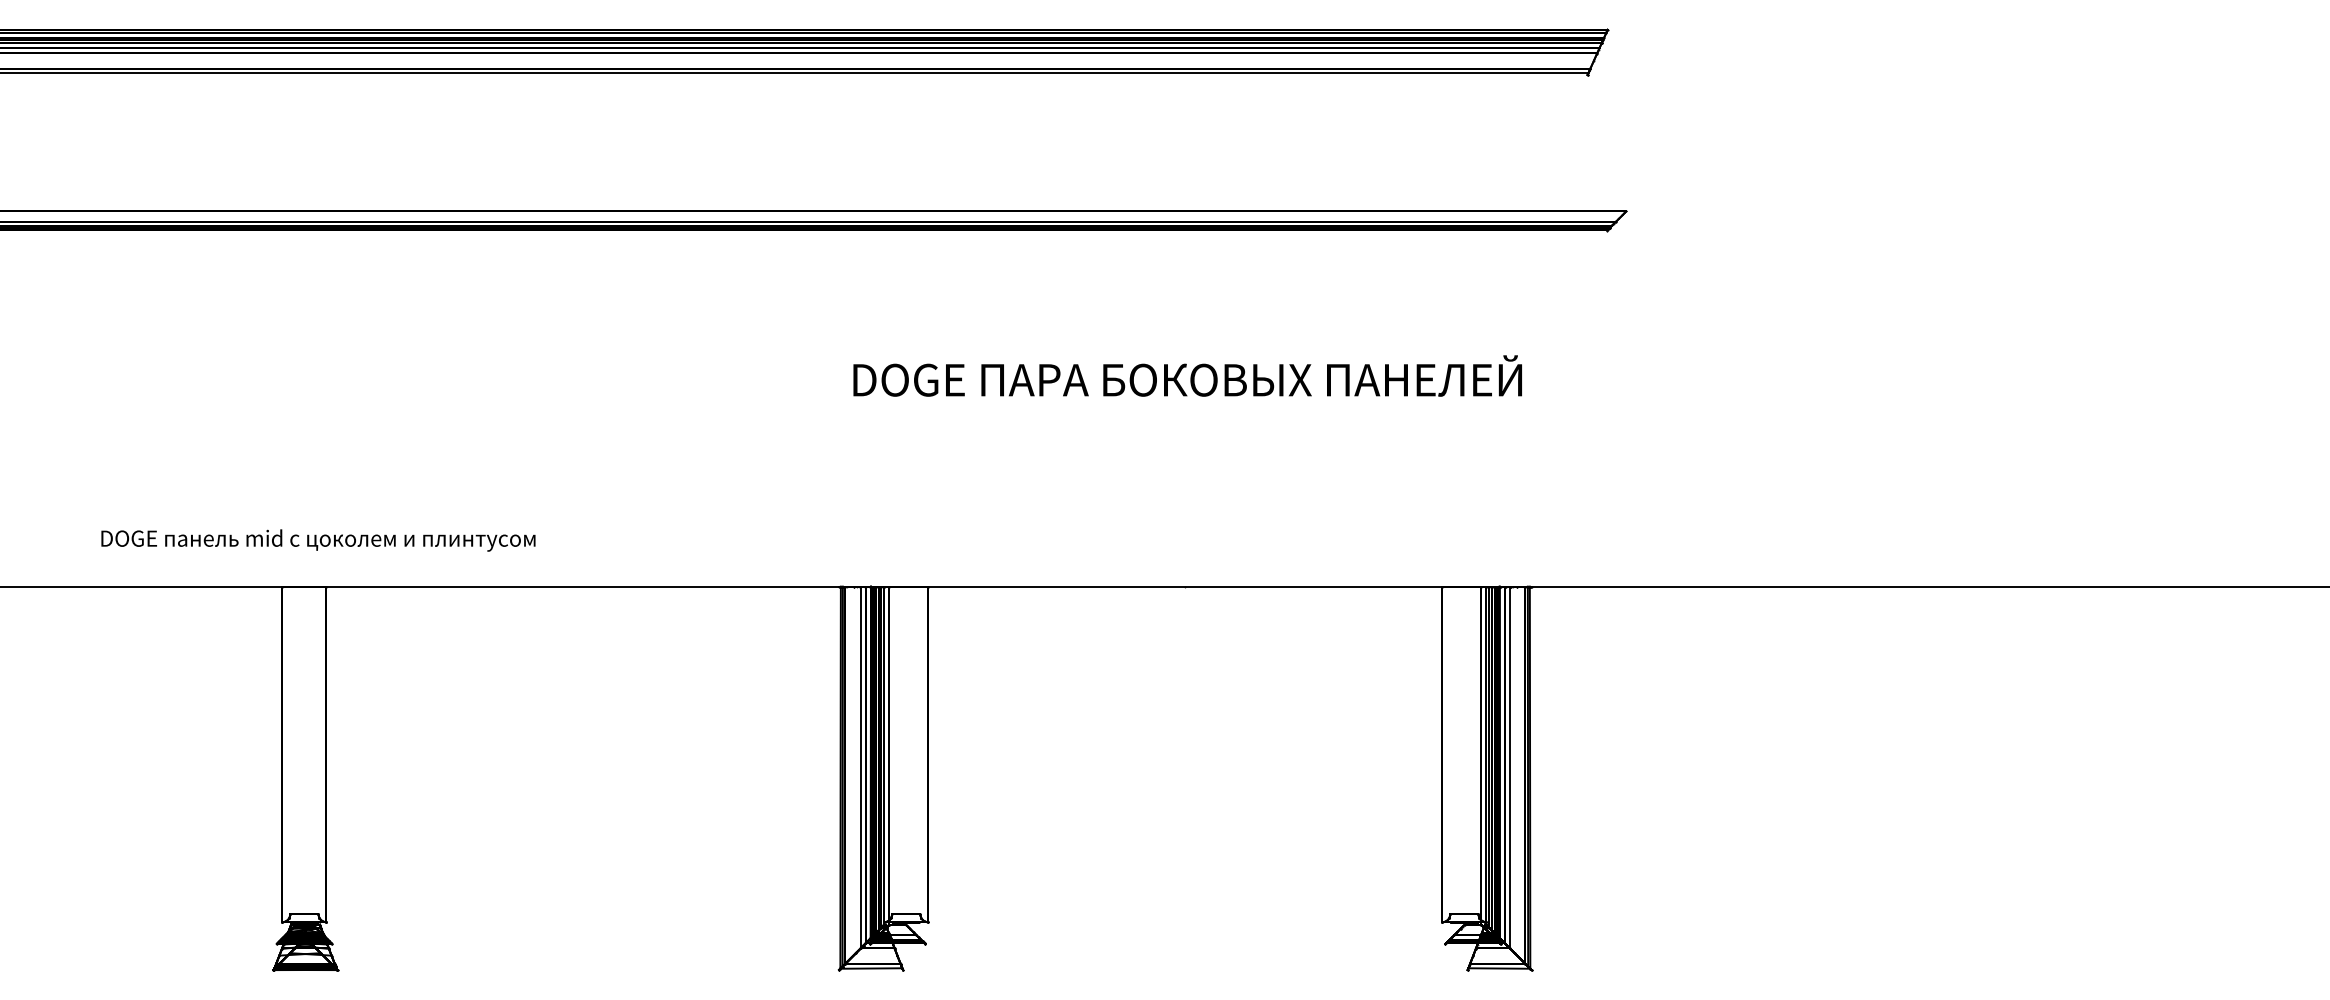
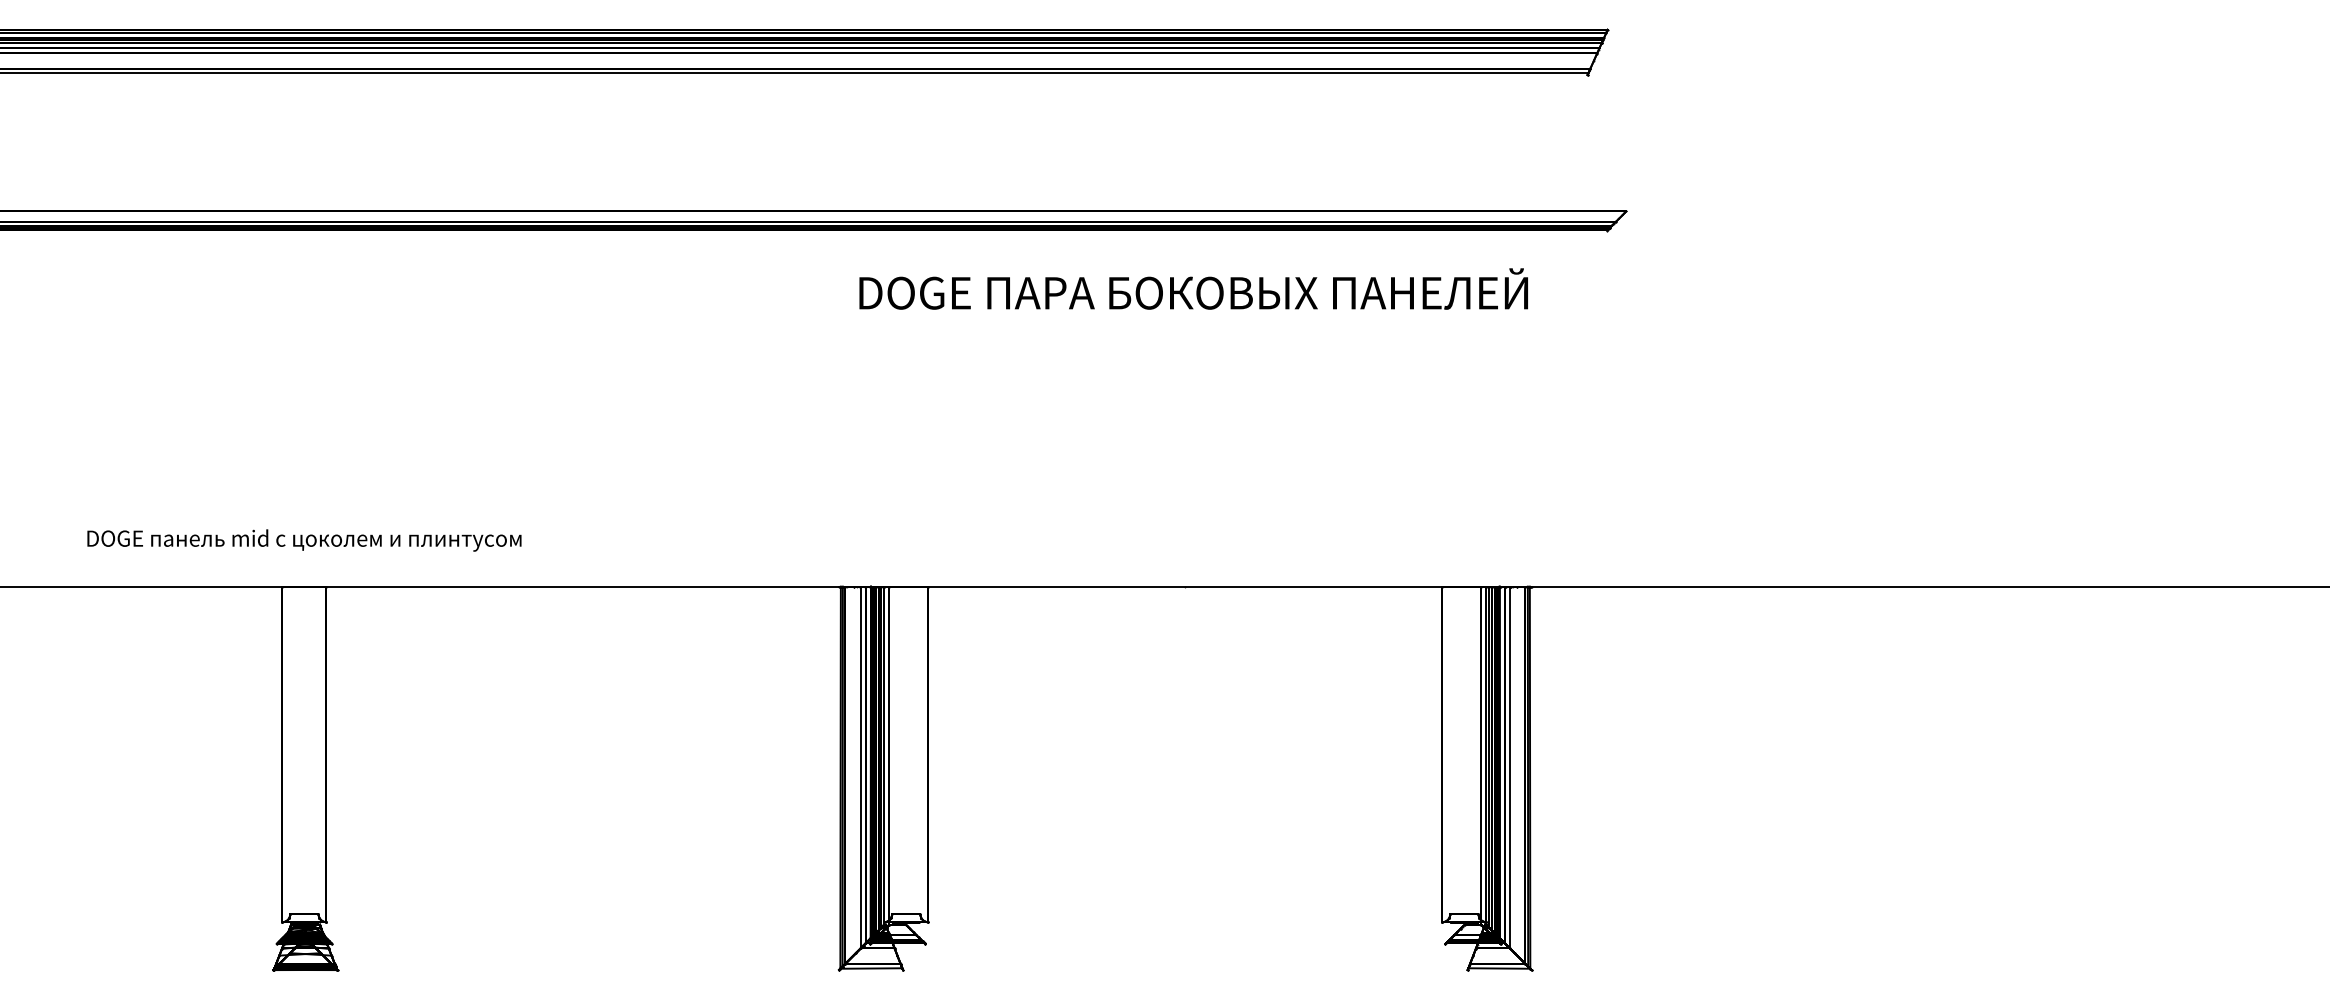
text at (1187, 375) position: (1187, 375) -> (1193, 288)
text at (318, 540) position: (318, 540) -> (304, 540)
